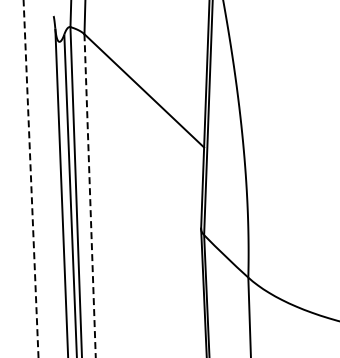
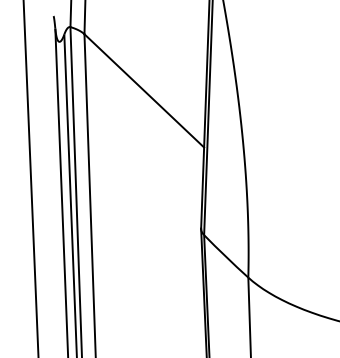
line at (31, 179): dashed -> solid
line at (90, 196): dashed -> solid
